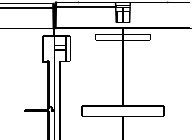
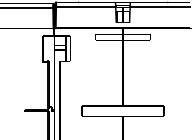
line at (159, 6): none -> present
